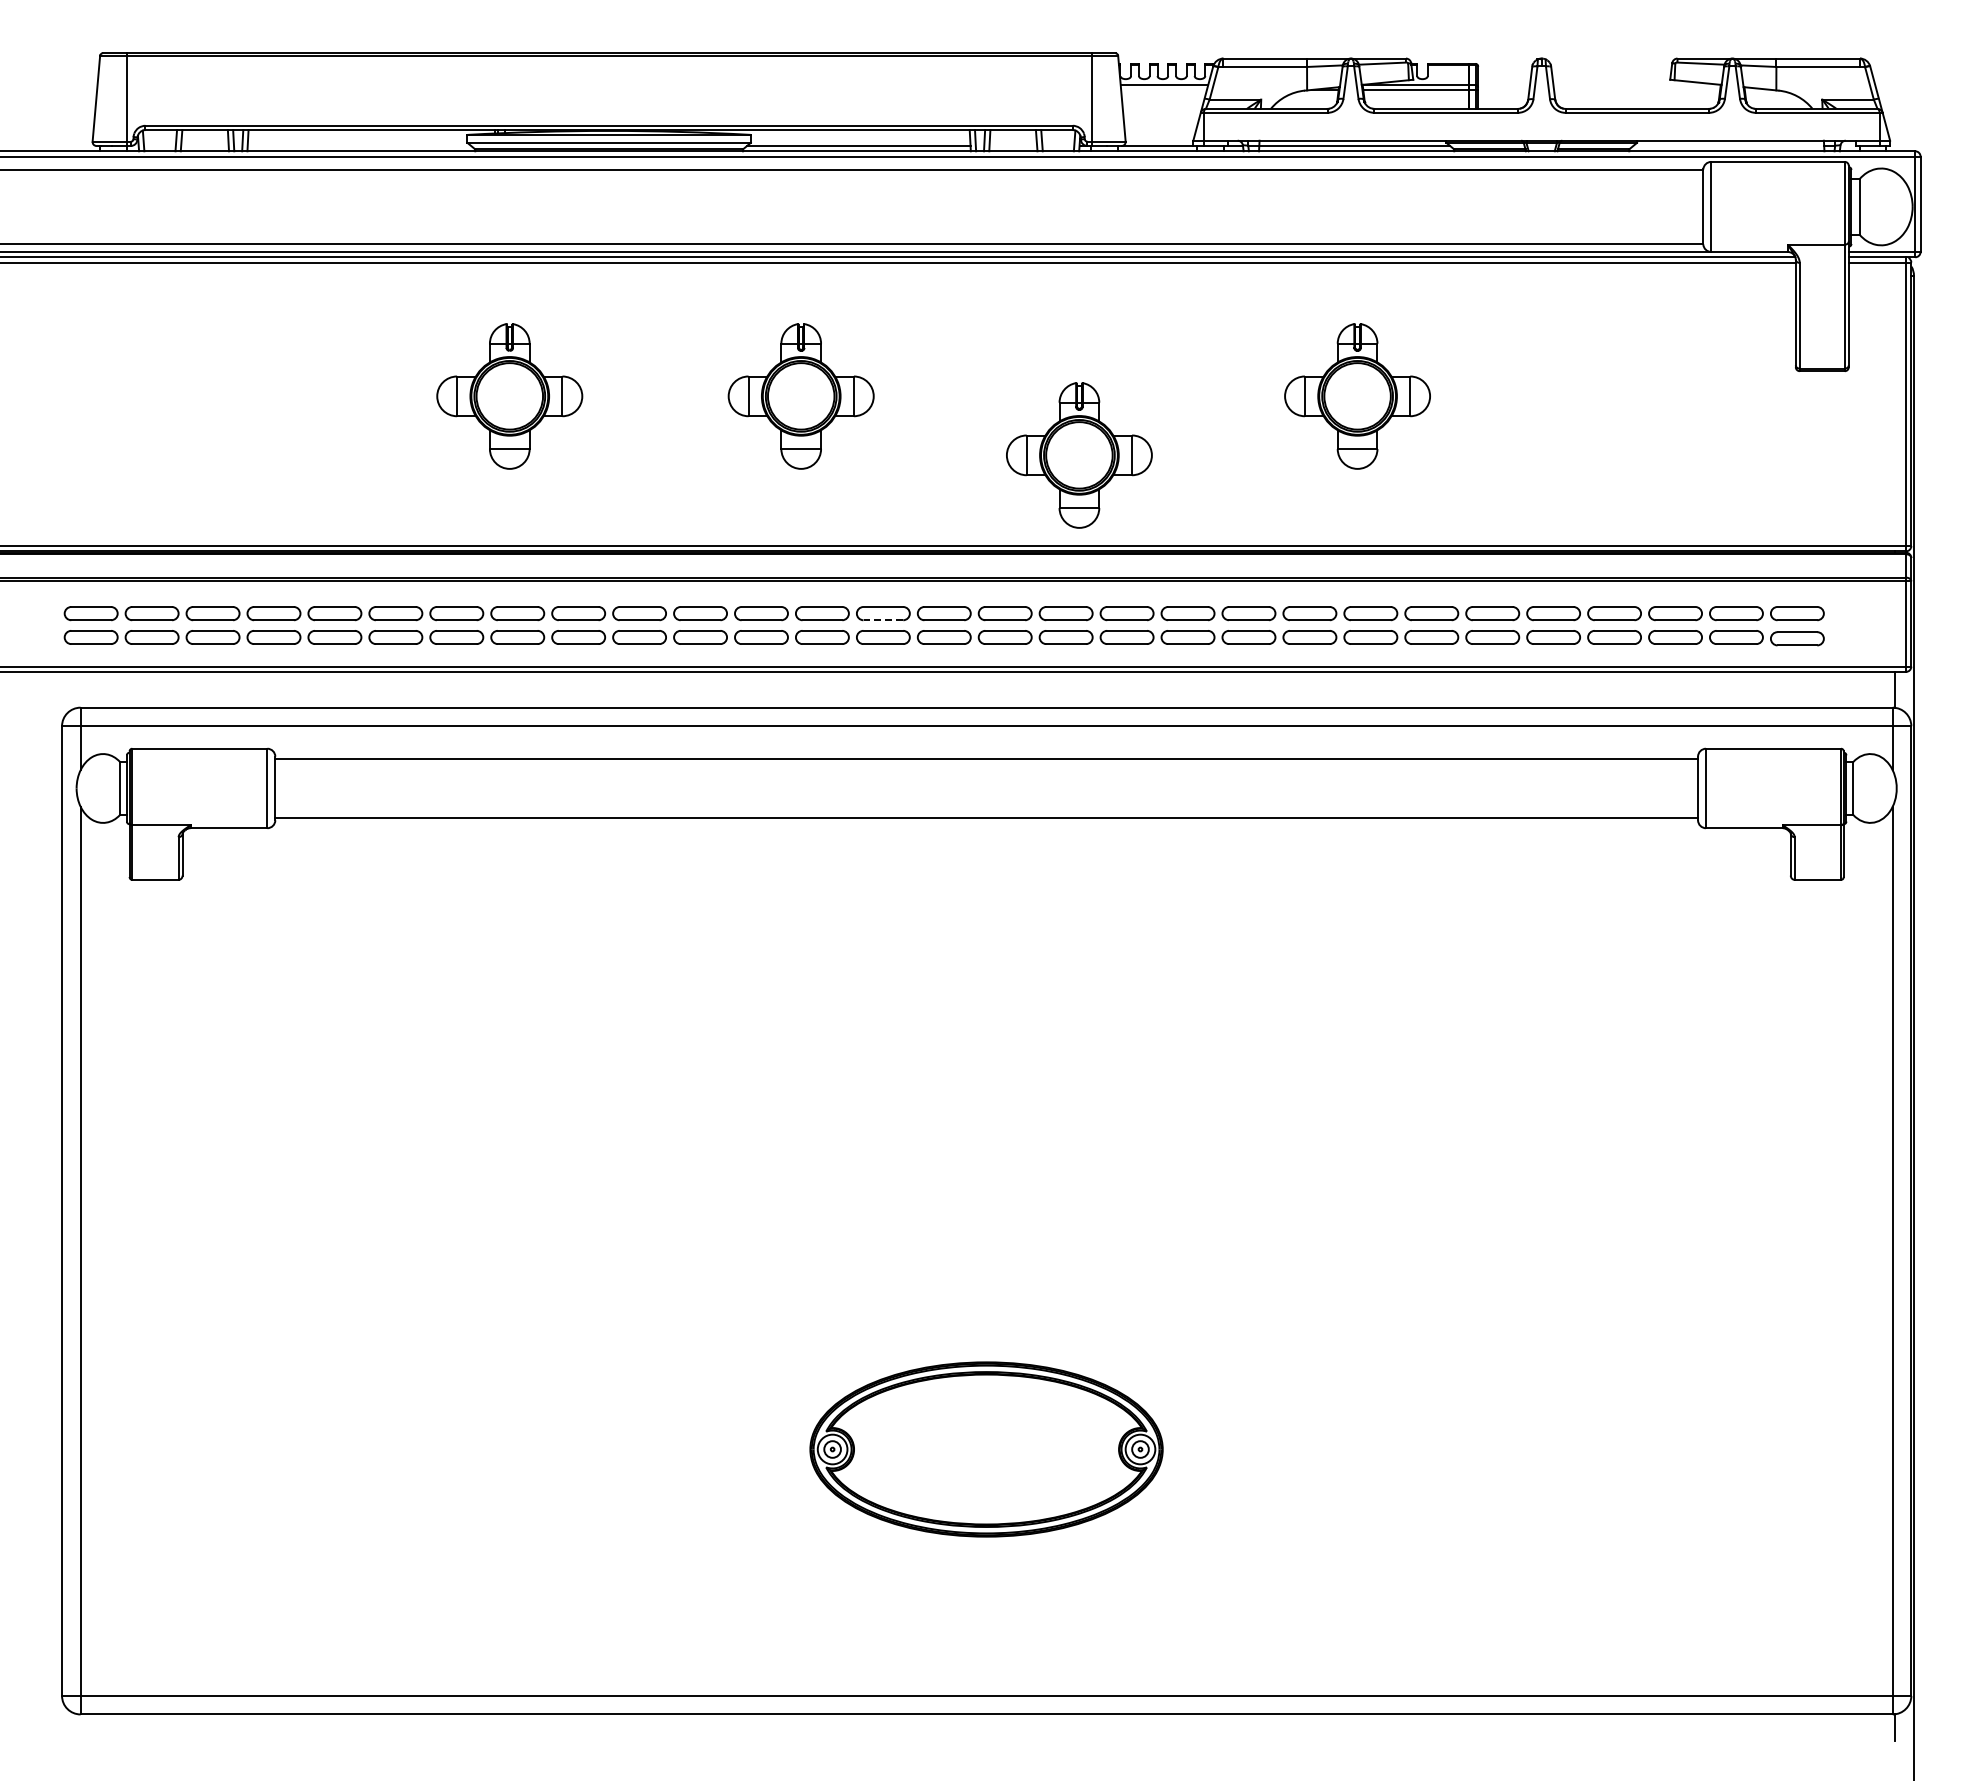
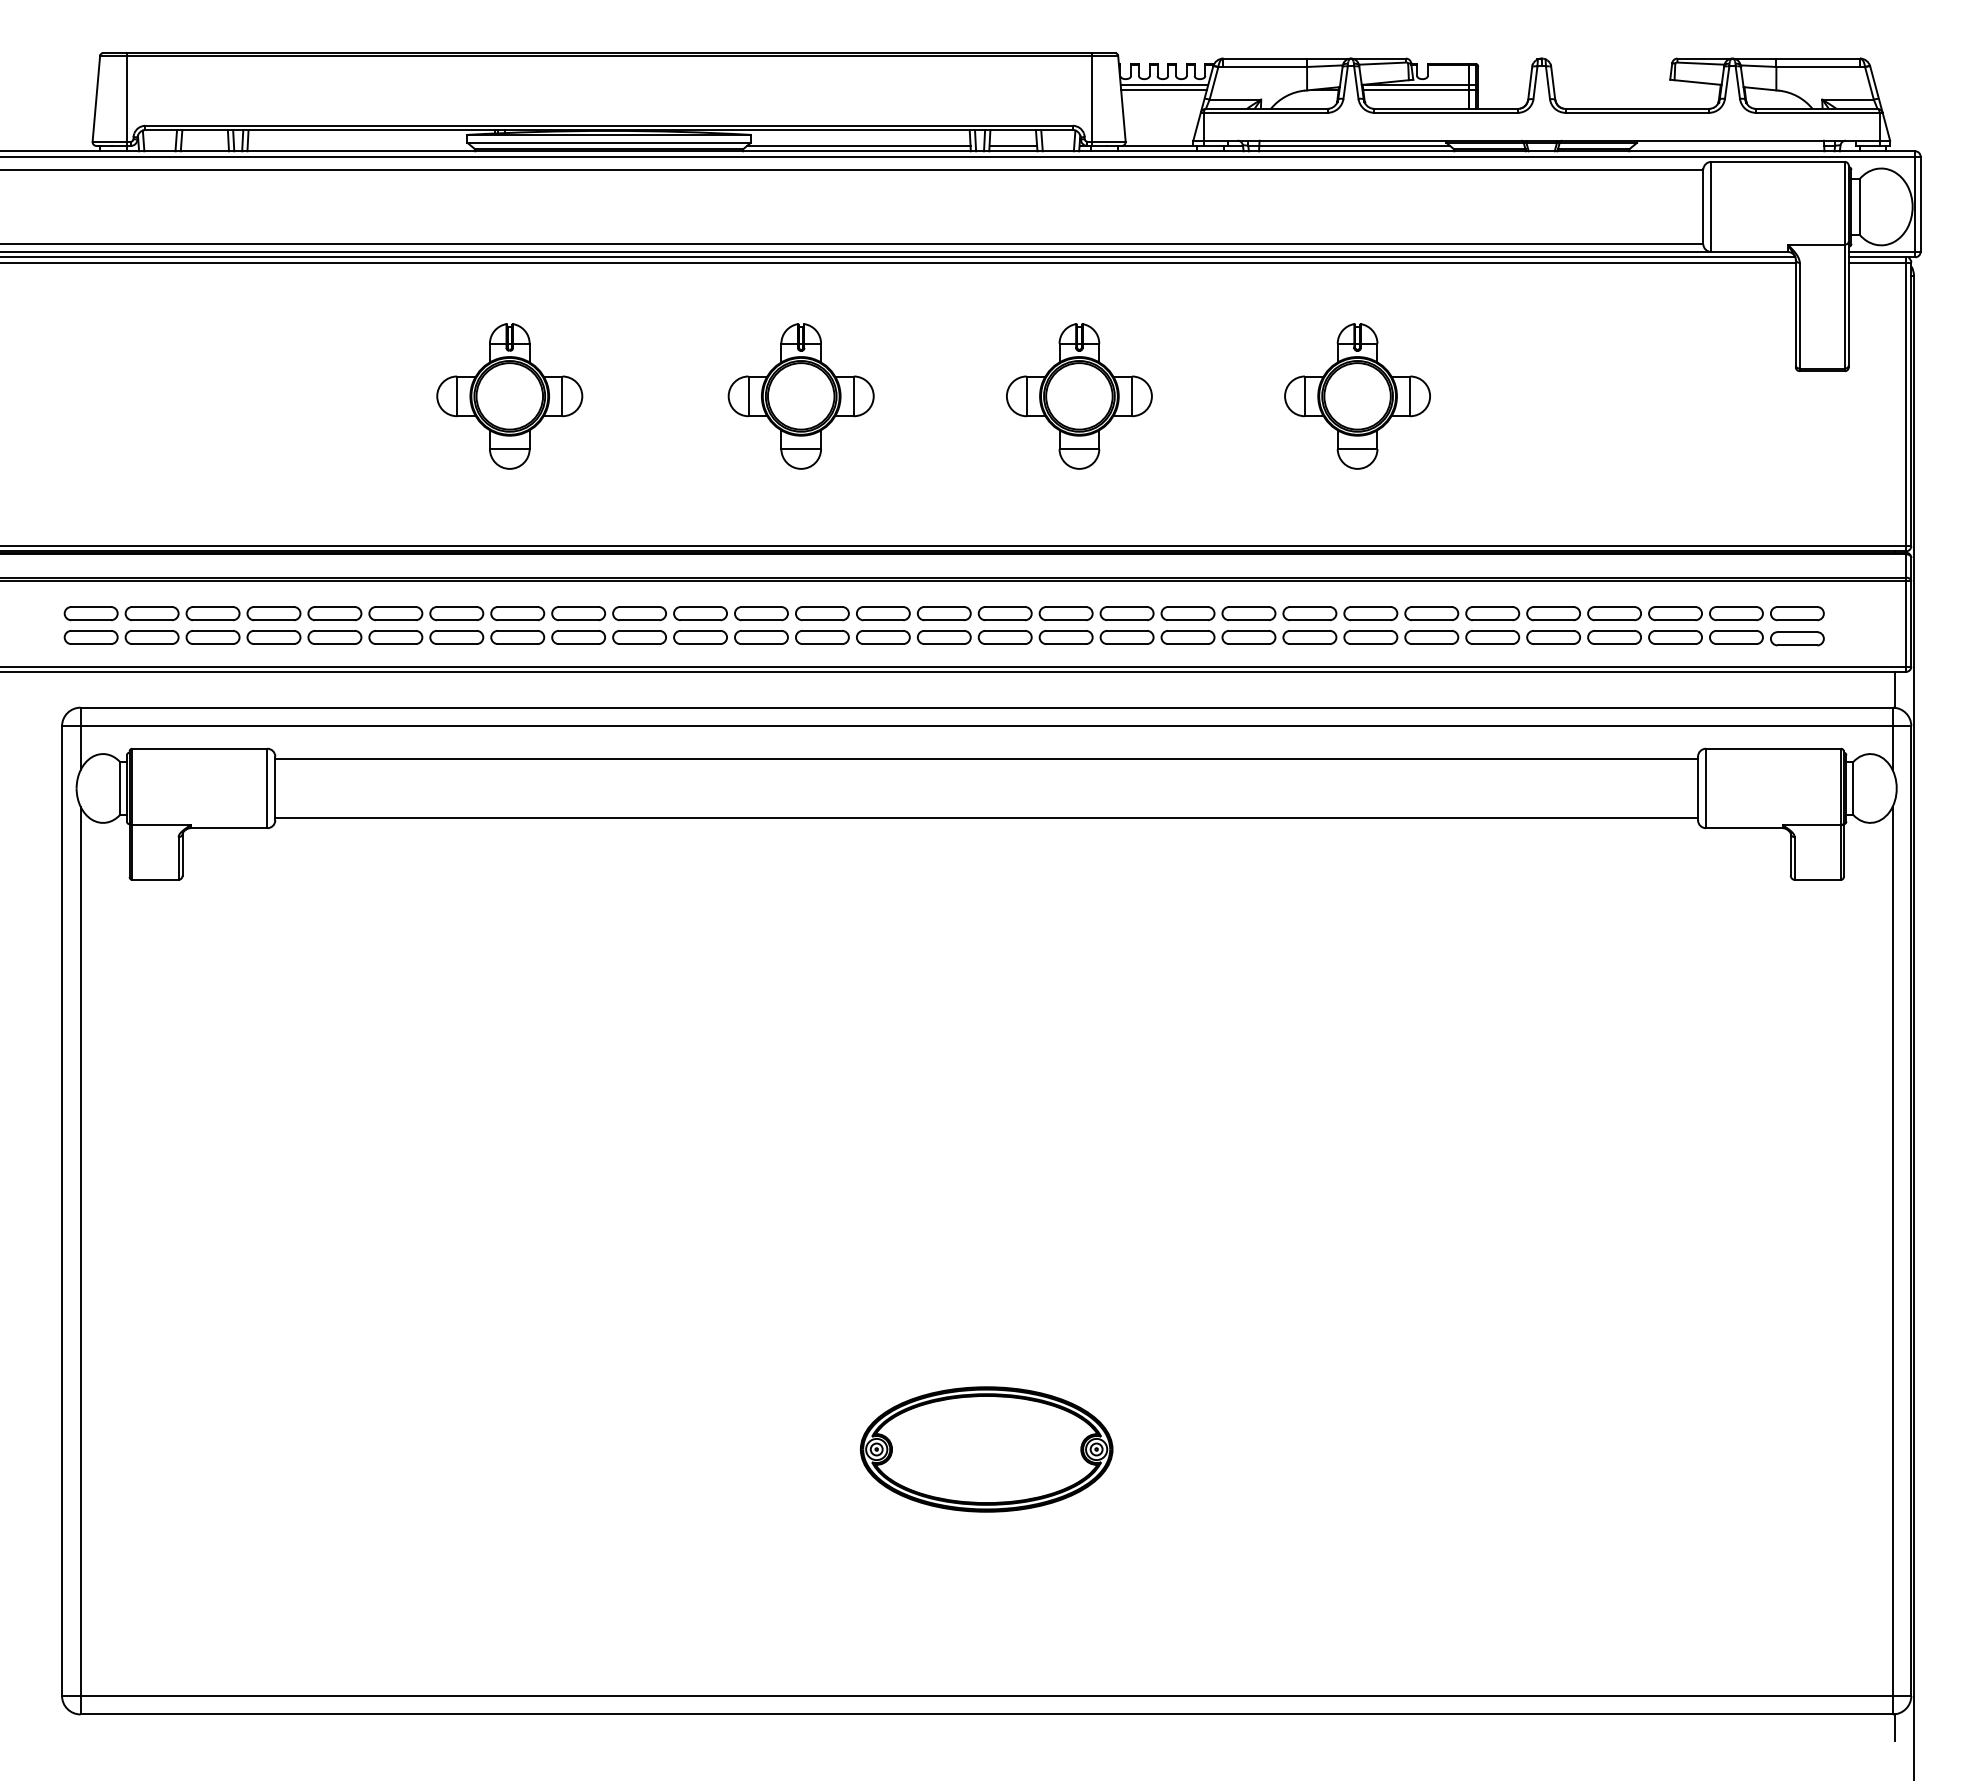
line at (1163, 89): none -> present
line at (1013, 146): none -> present
part at (1079, 455) position: (1079, 455) -> (1079, 396)
line at (883, 620): dashed -> solid
part at (986, 1449) size: 355x177 px -> 254x127 px
